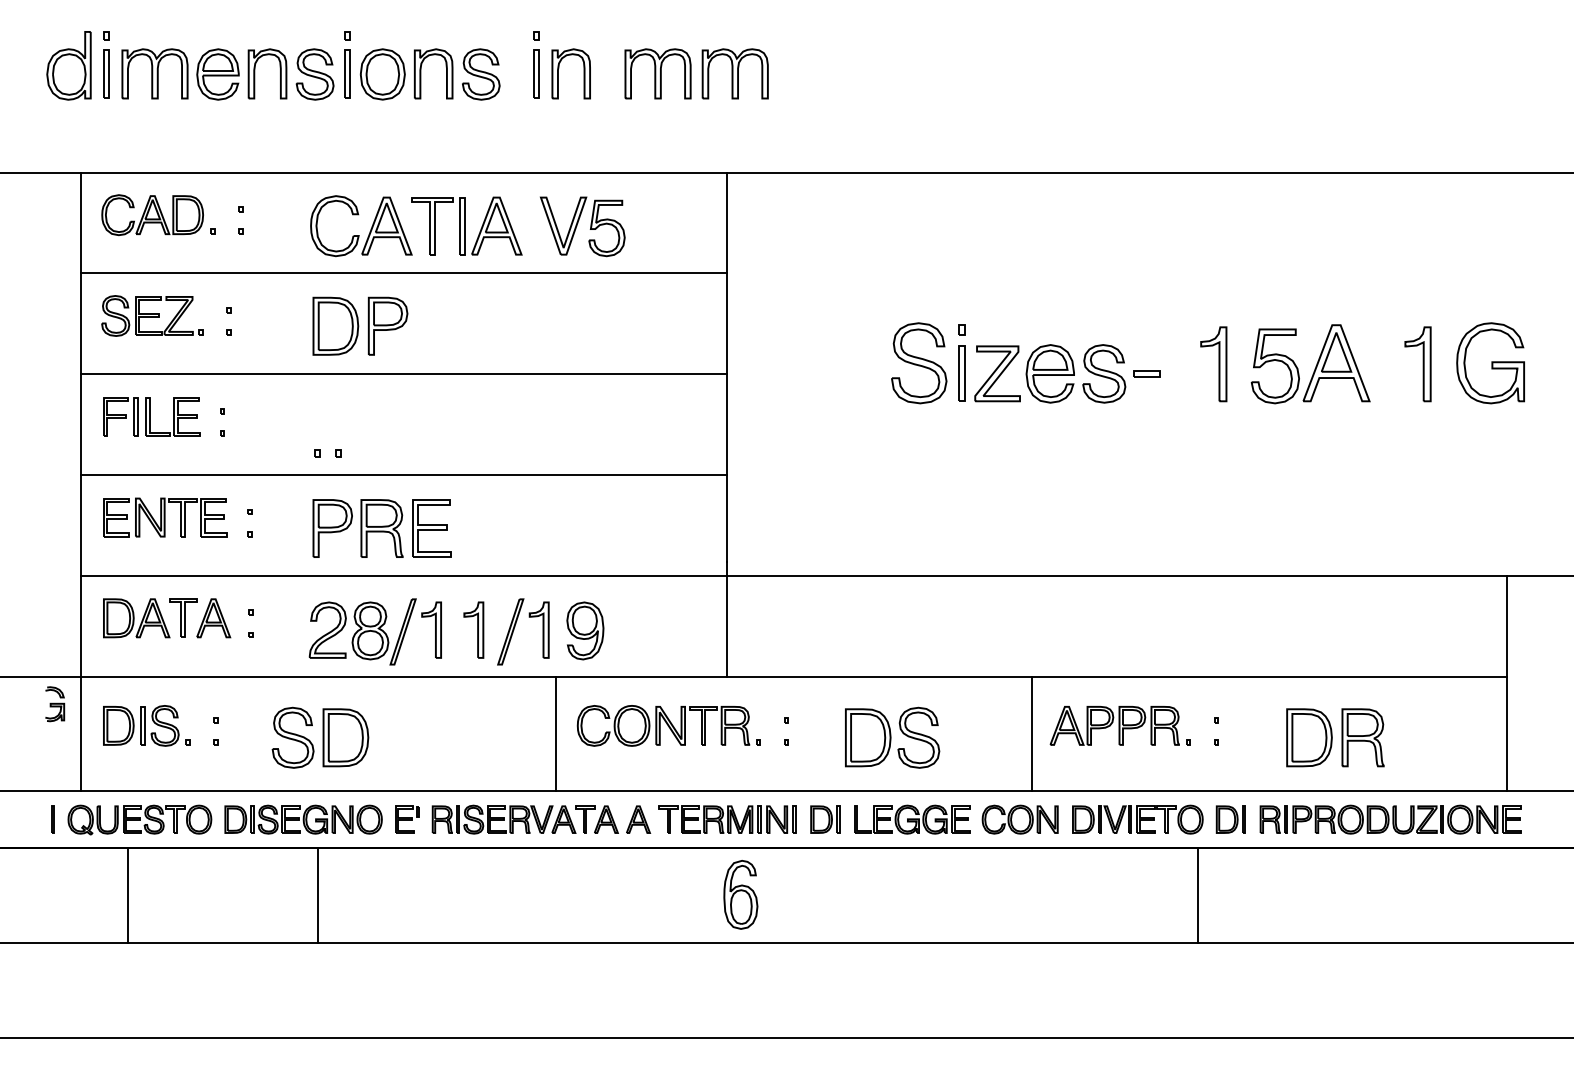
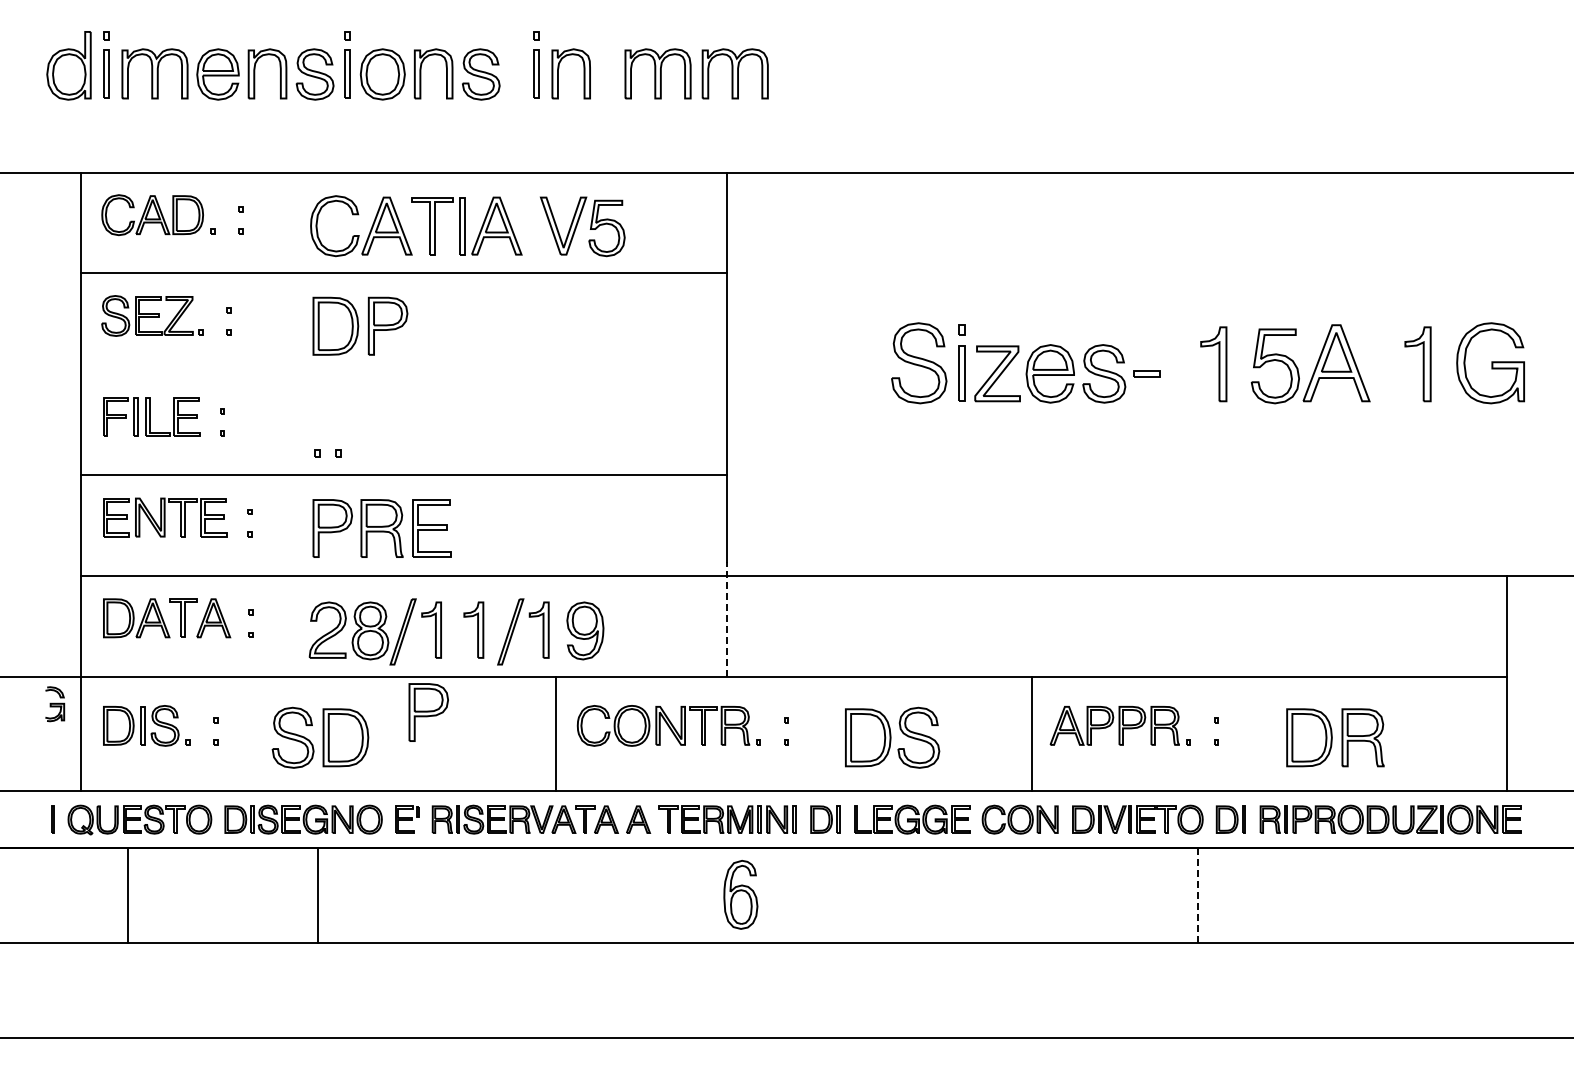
line at (403, 374): present -> none
line at (727, 619): solid -> dashed
part at (428, 712): none -> present
line at (1198, 895): solid -> dashed
